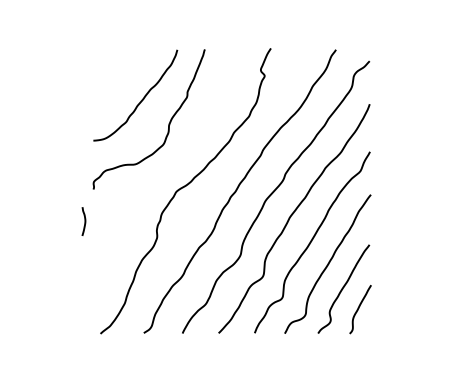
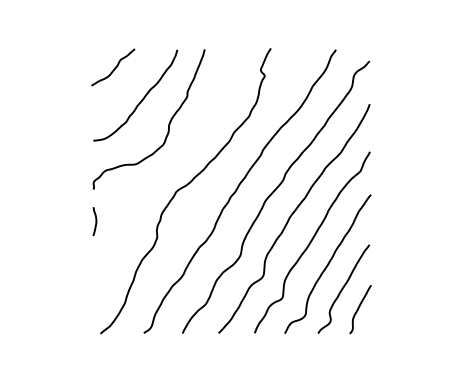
curve at (114, 67): none -> present
curve at (84, 221) position: (84, 221) -> (95, 221)
